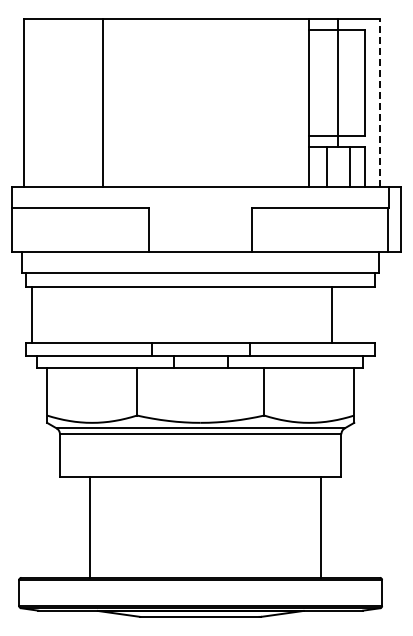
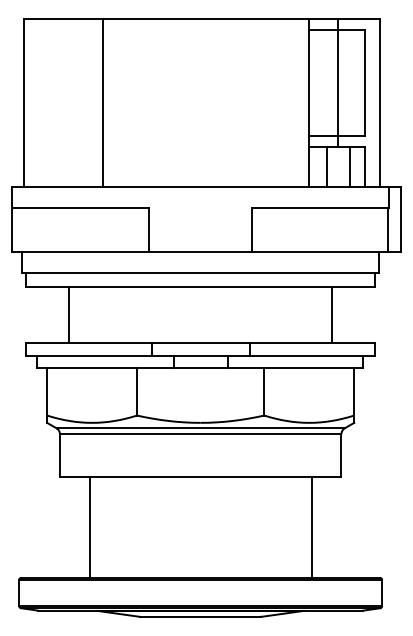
line at (380, 102): dashed -> solid
line at (31, 314) position: (31, 314) -> (68, 314)
line at (320, 527) position: (320, 527) -> (311, 527)
